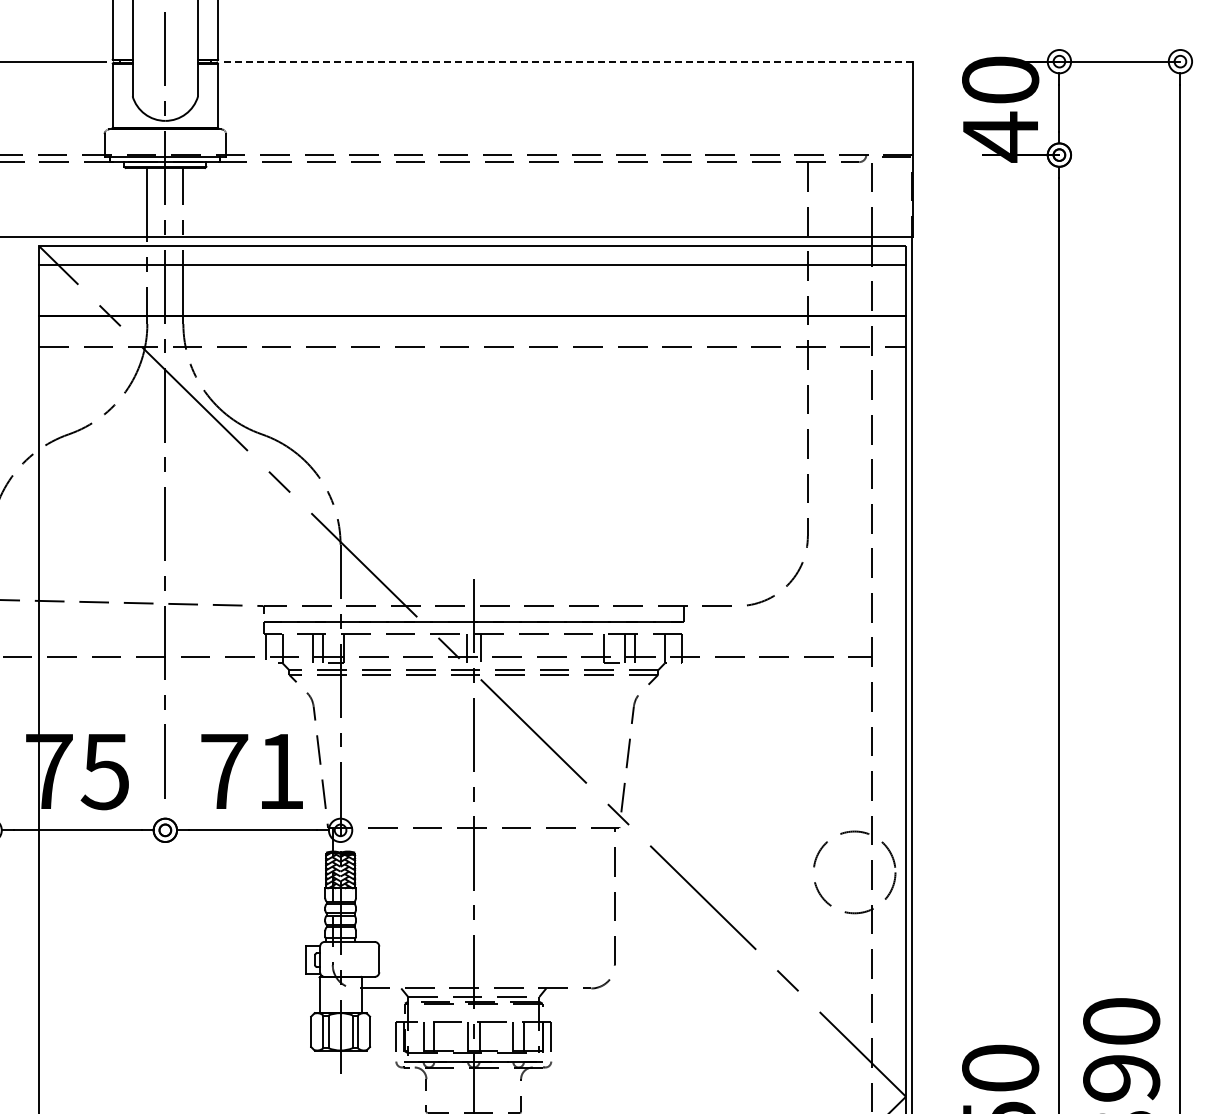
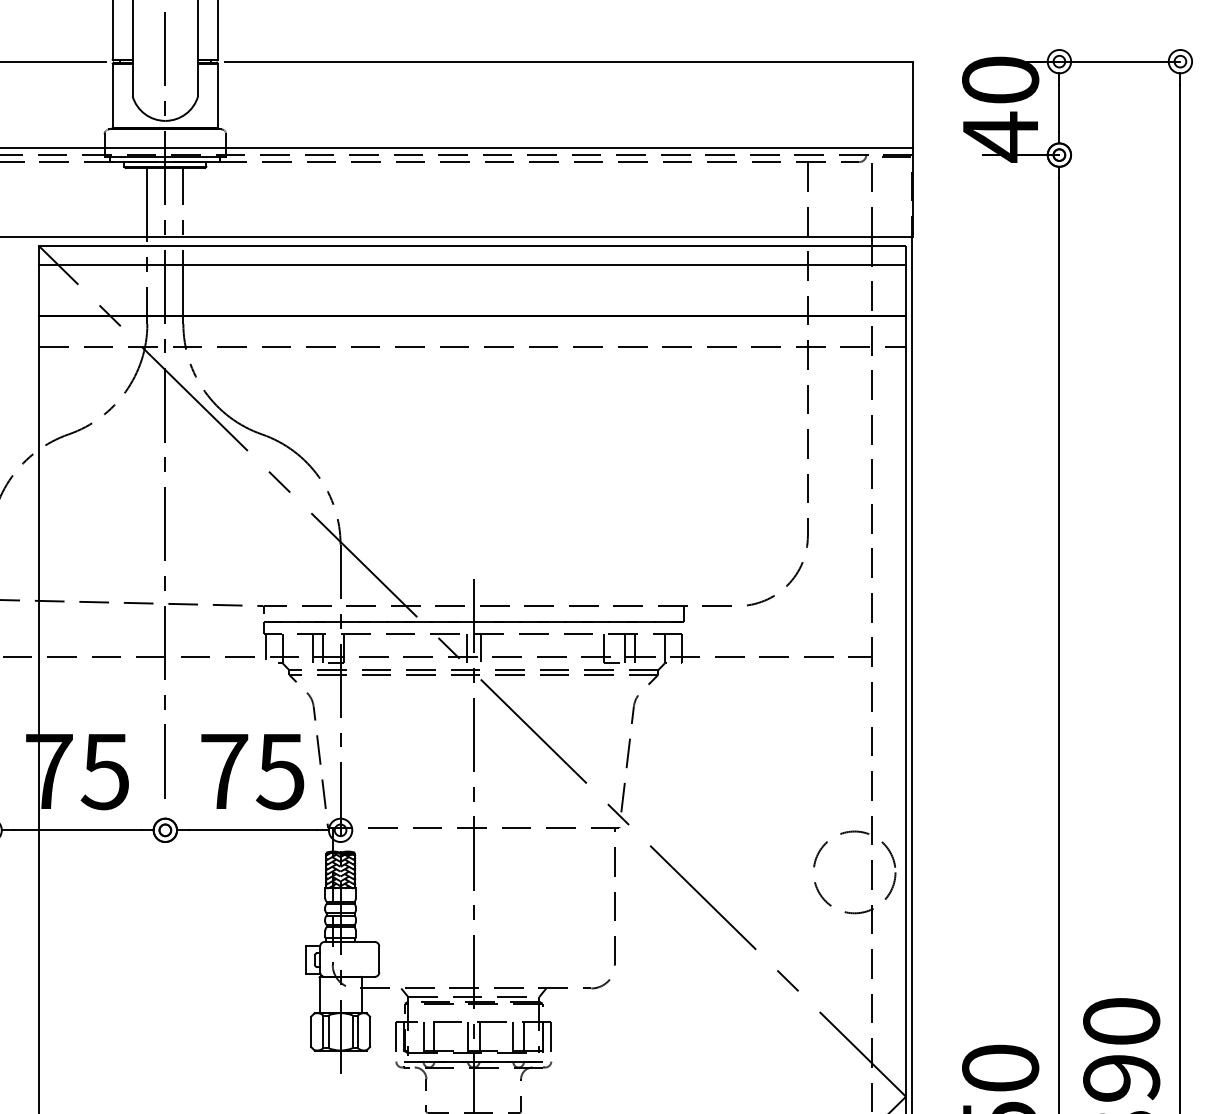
line at (568, 61): dashed -> solid
line at (457, 148): none -> present
text at (280, 772): 71 -> 75
